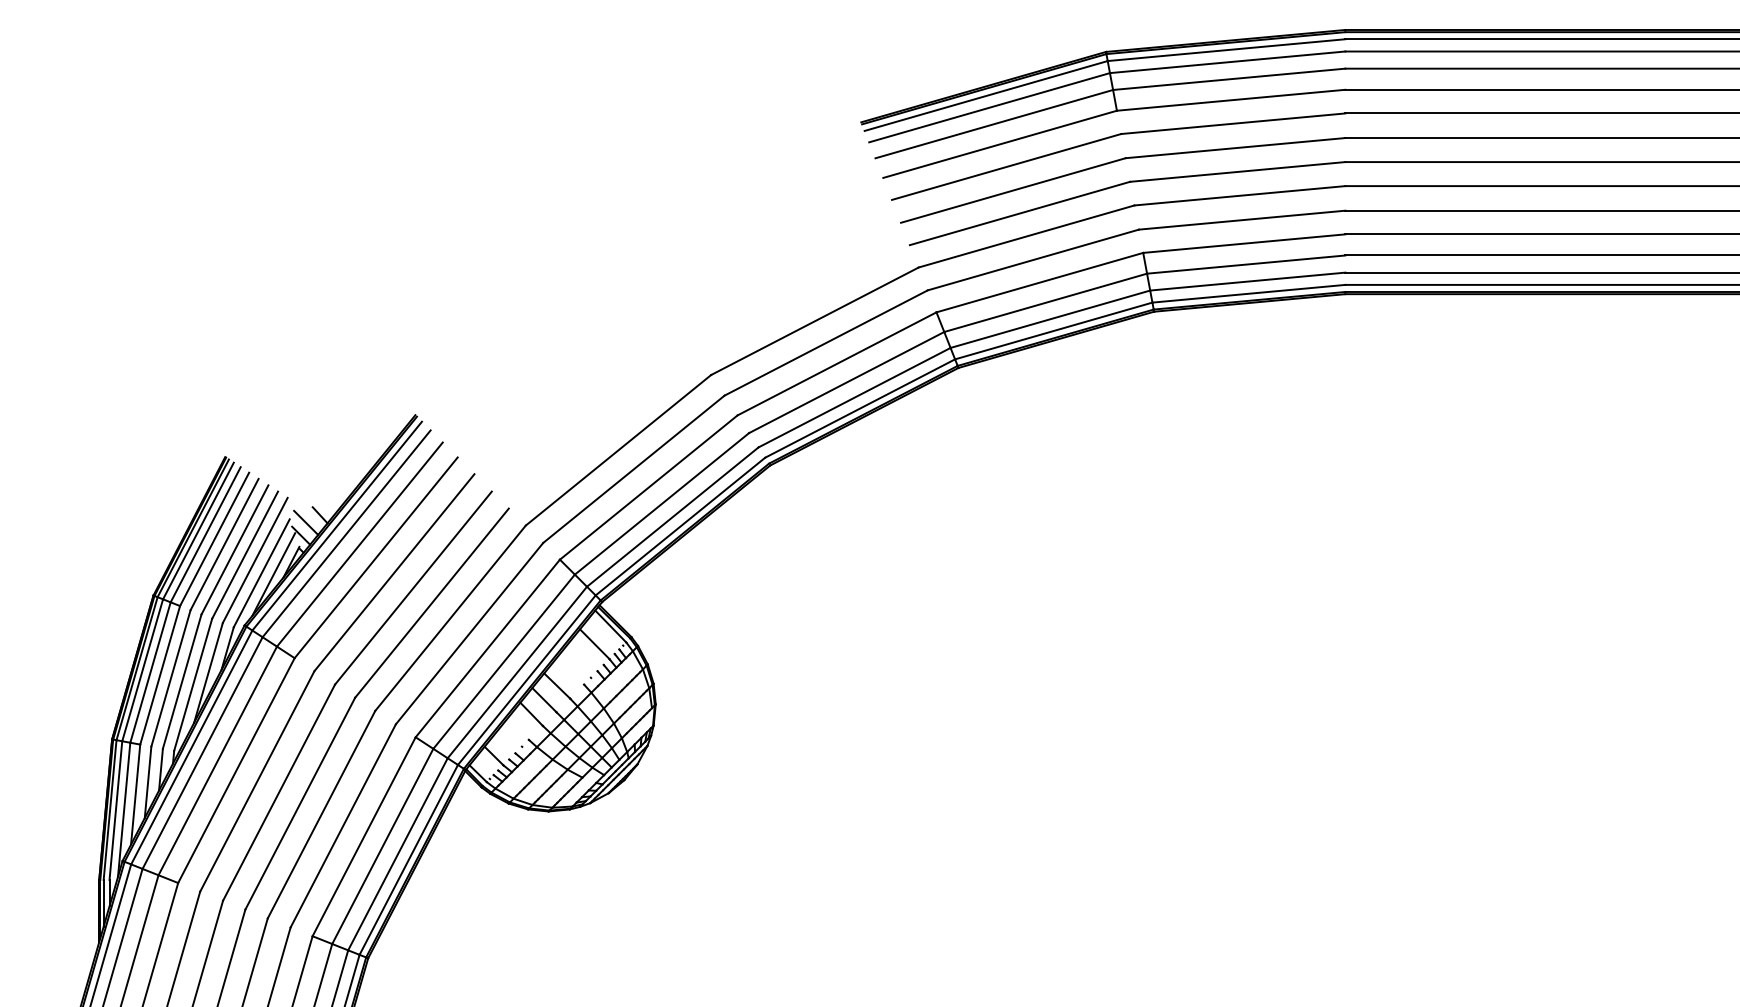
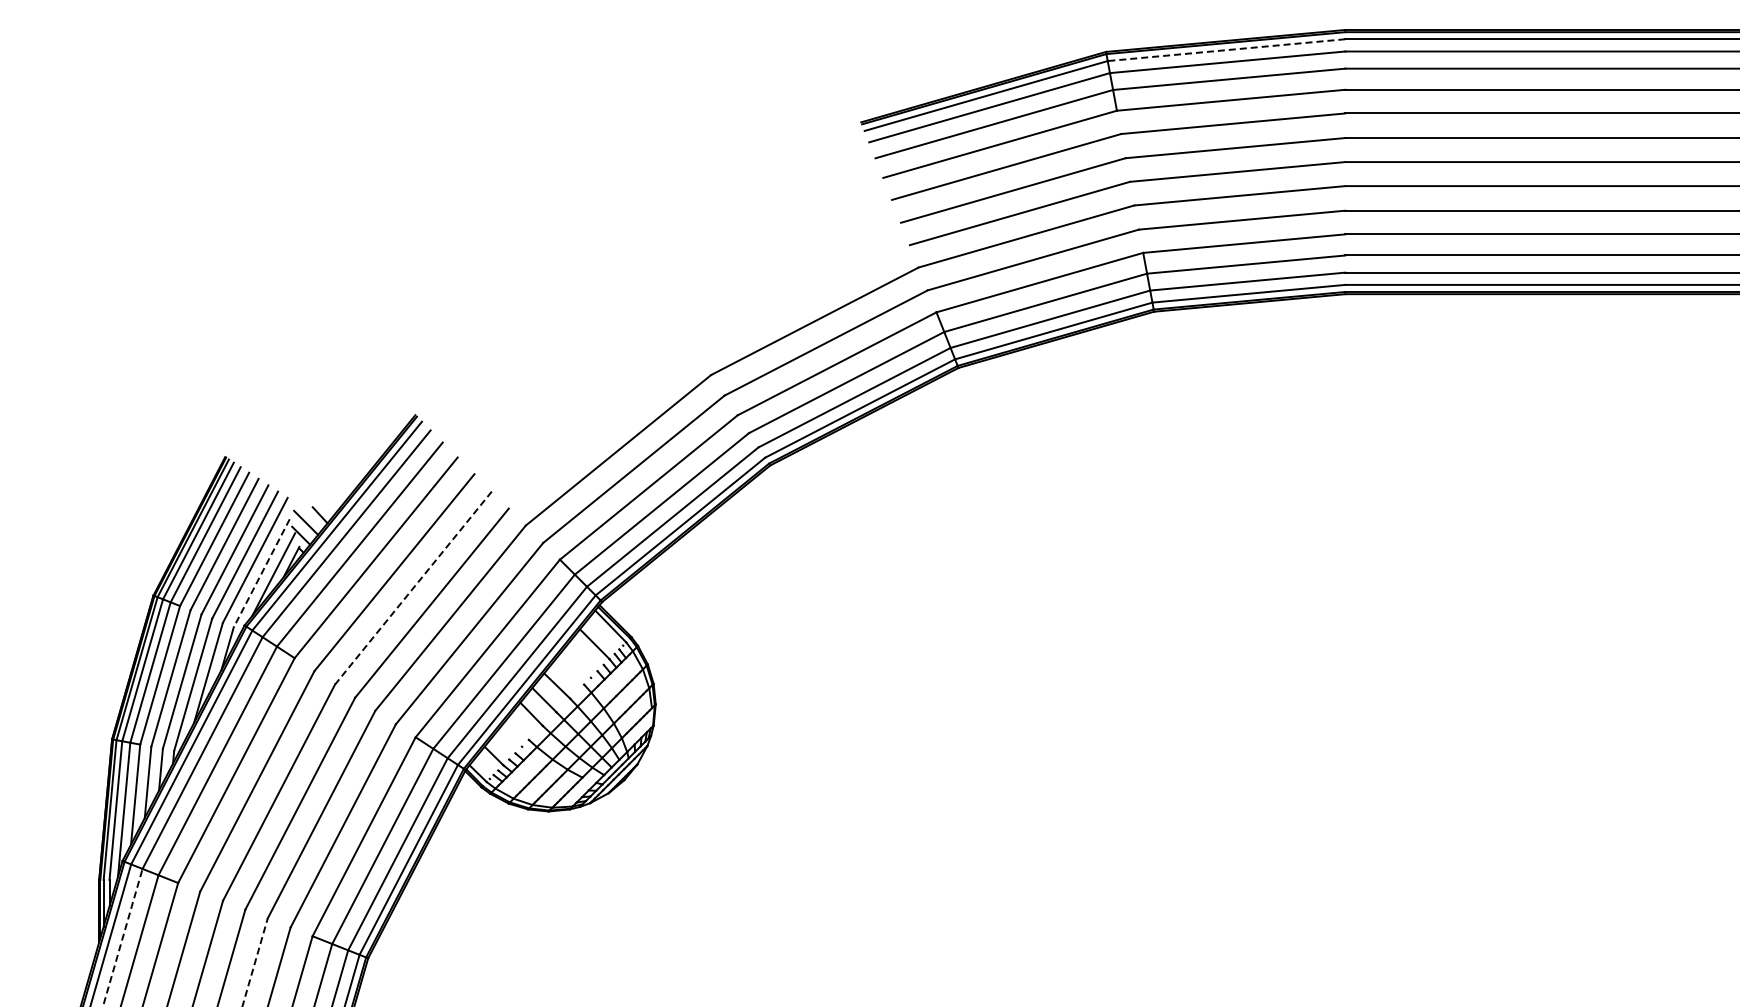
line at (1226, 50): solid -> dashed
line at (261, 573): solid -> dashed
line at (413, 588): solid -> dashed
line at (123, 937): solid -> dashed
line at (255, 962): solid -> dashed
